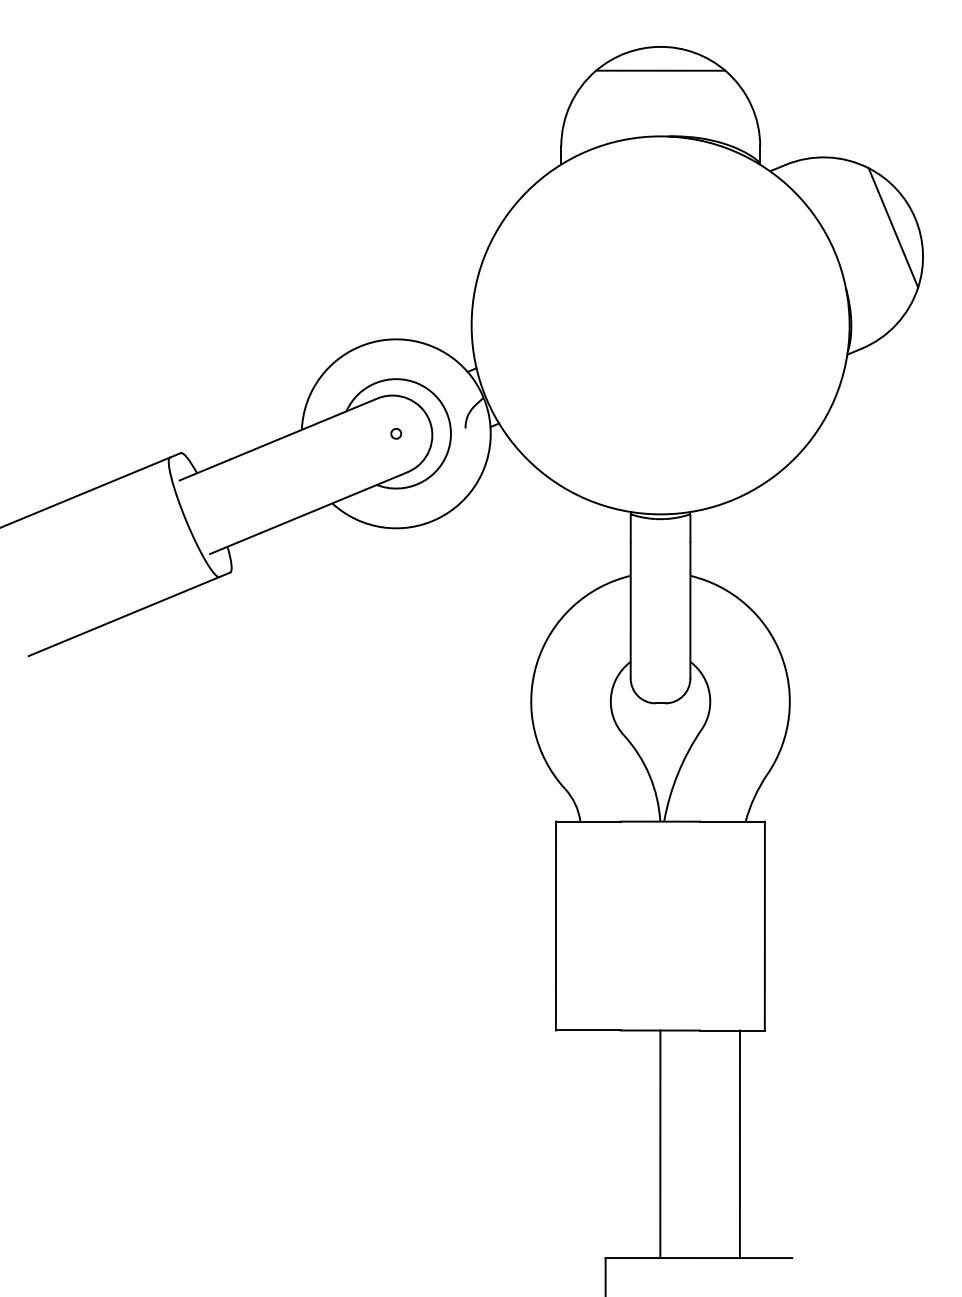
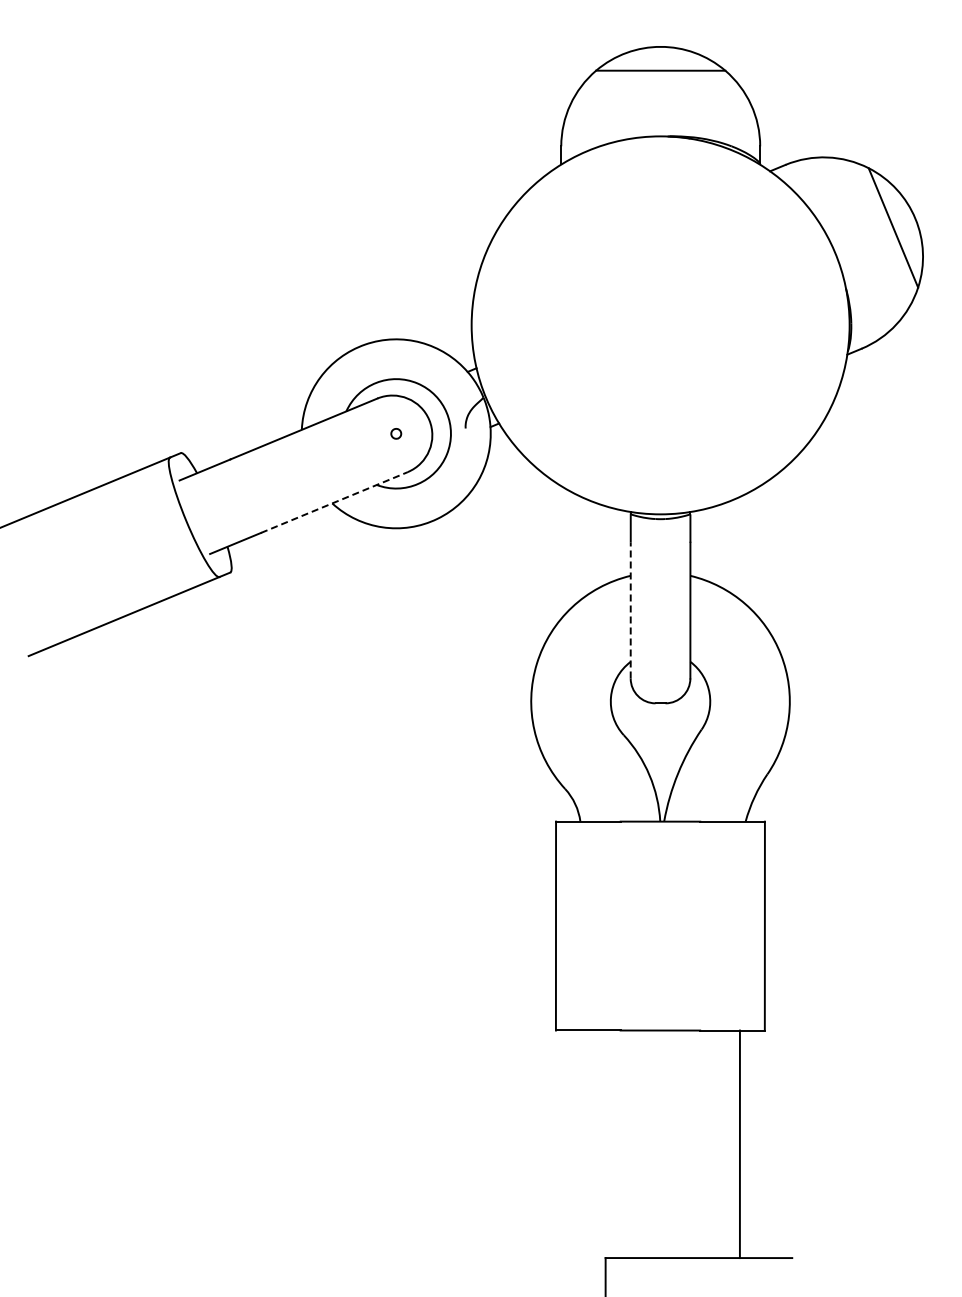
line at (334, 502): solid -> dashed
line at (630, 610): solid -> dashed
line at (660, 1144): present -> none
